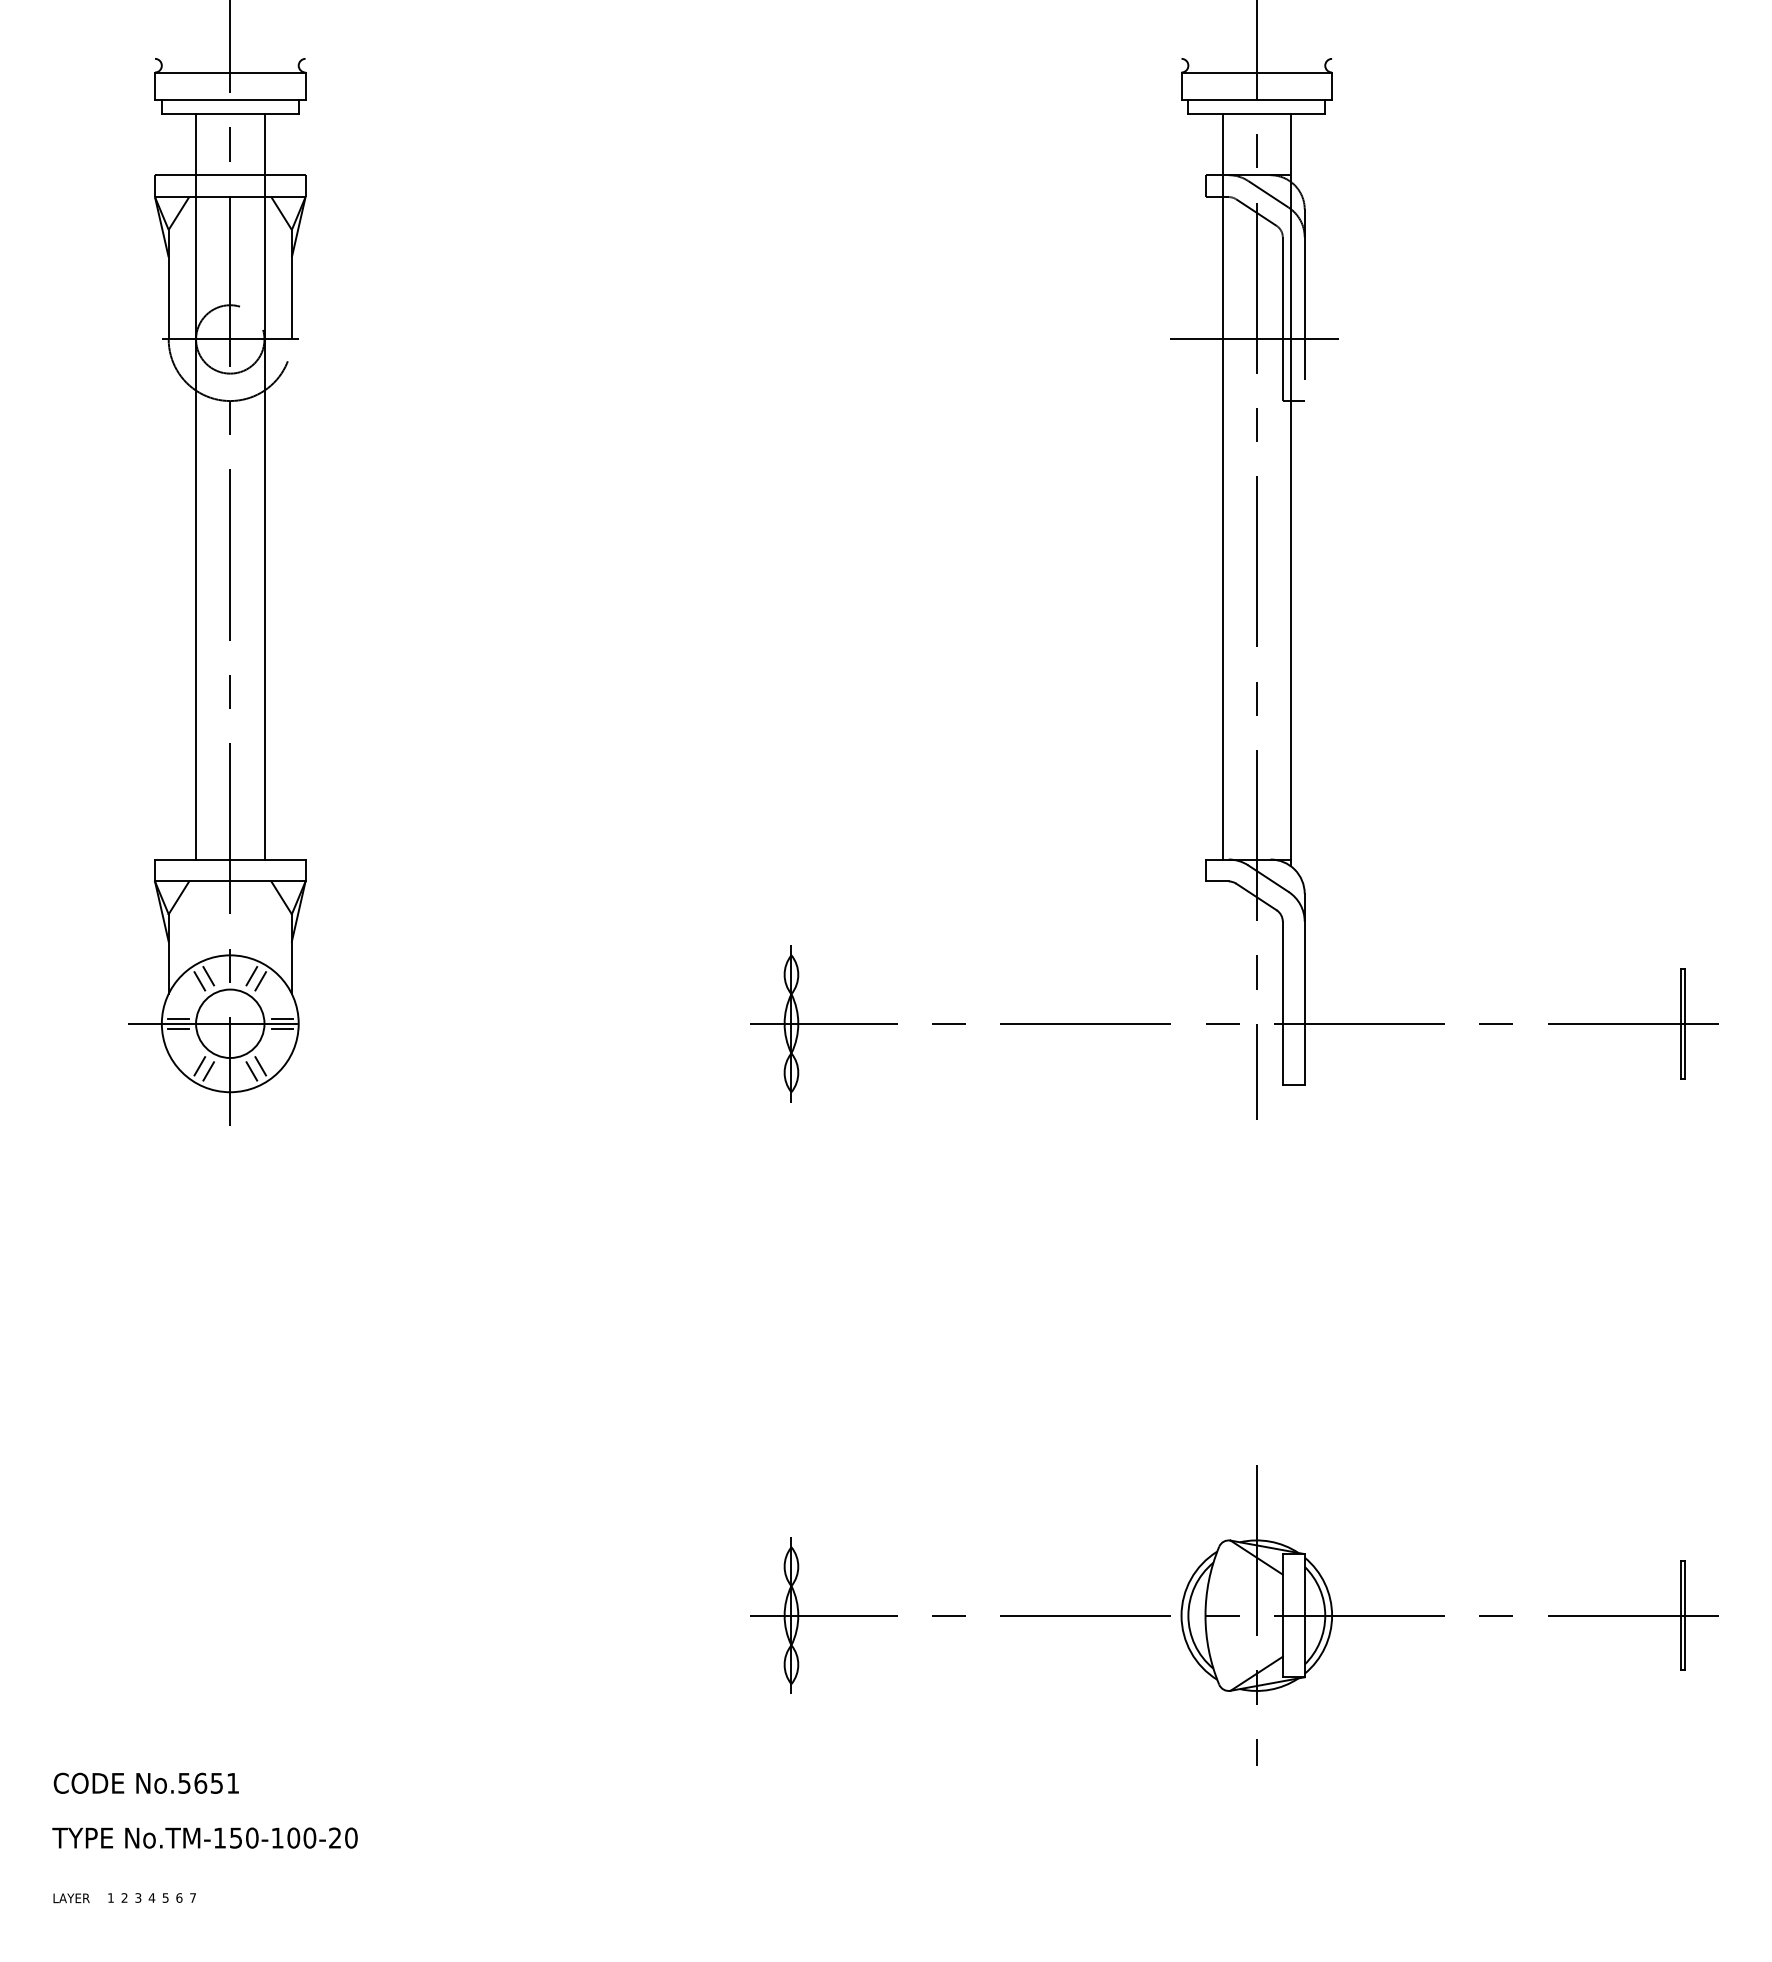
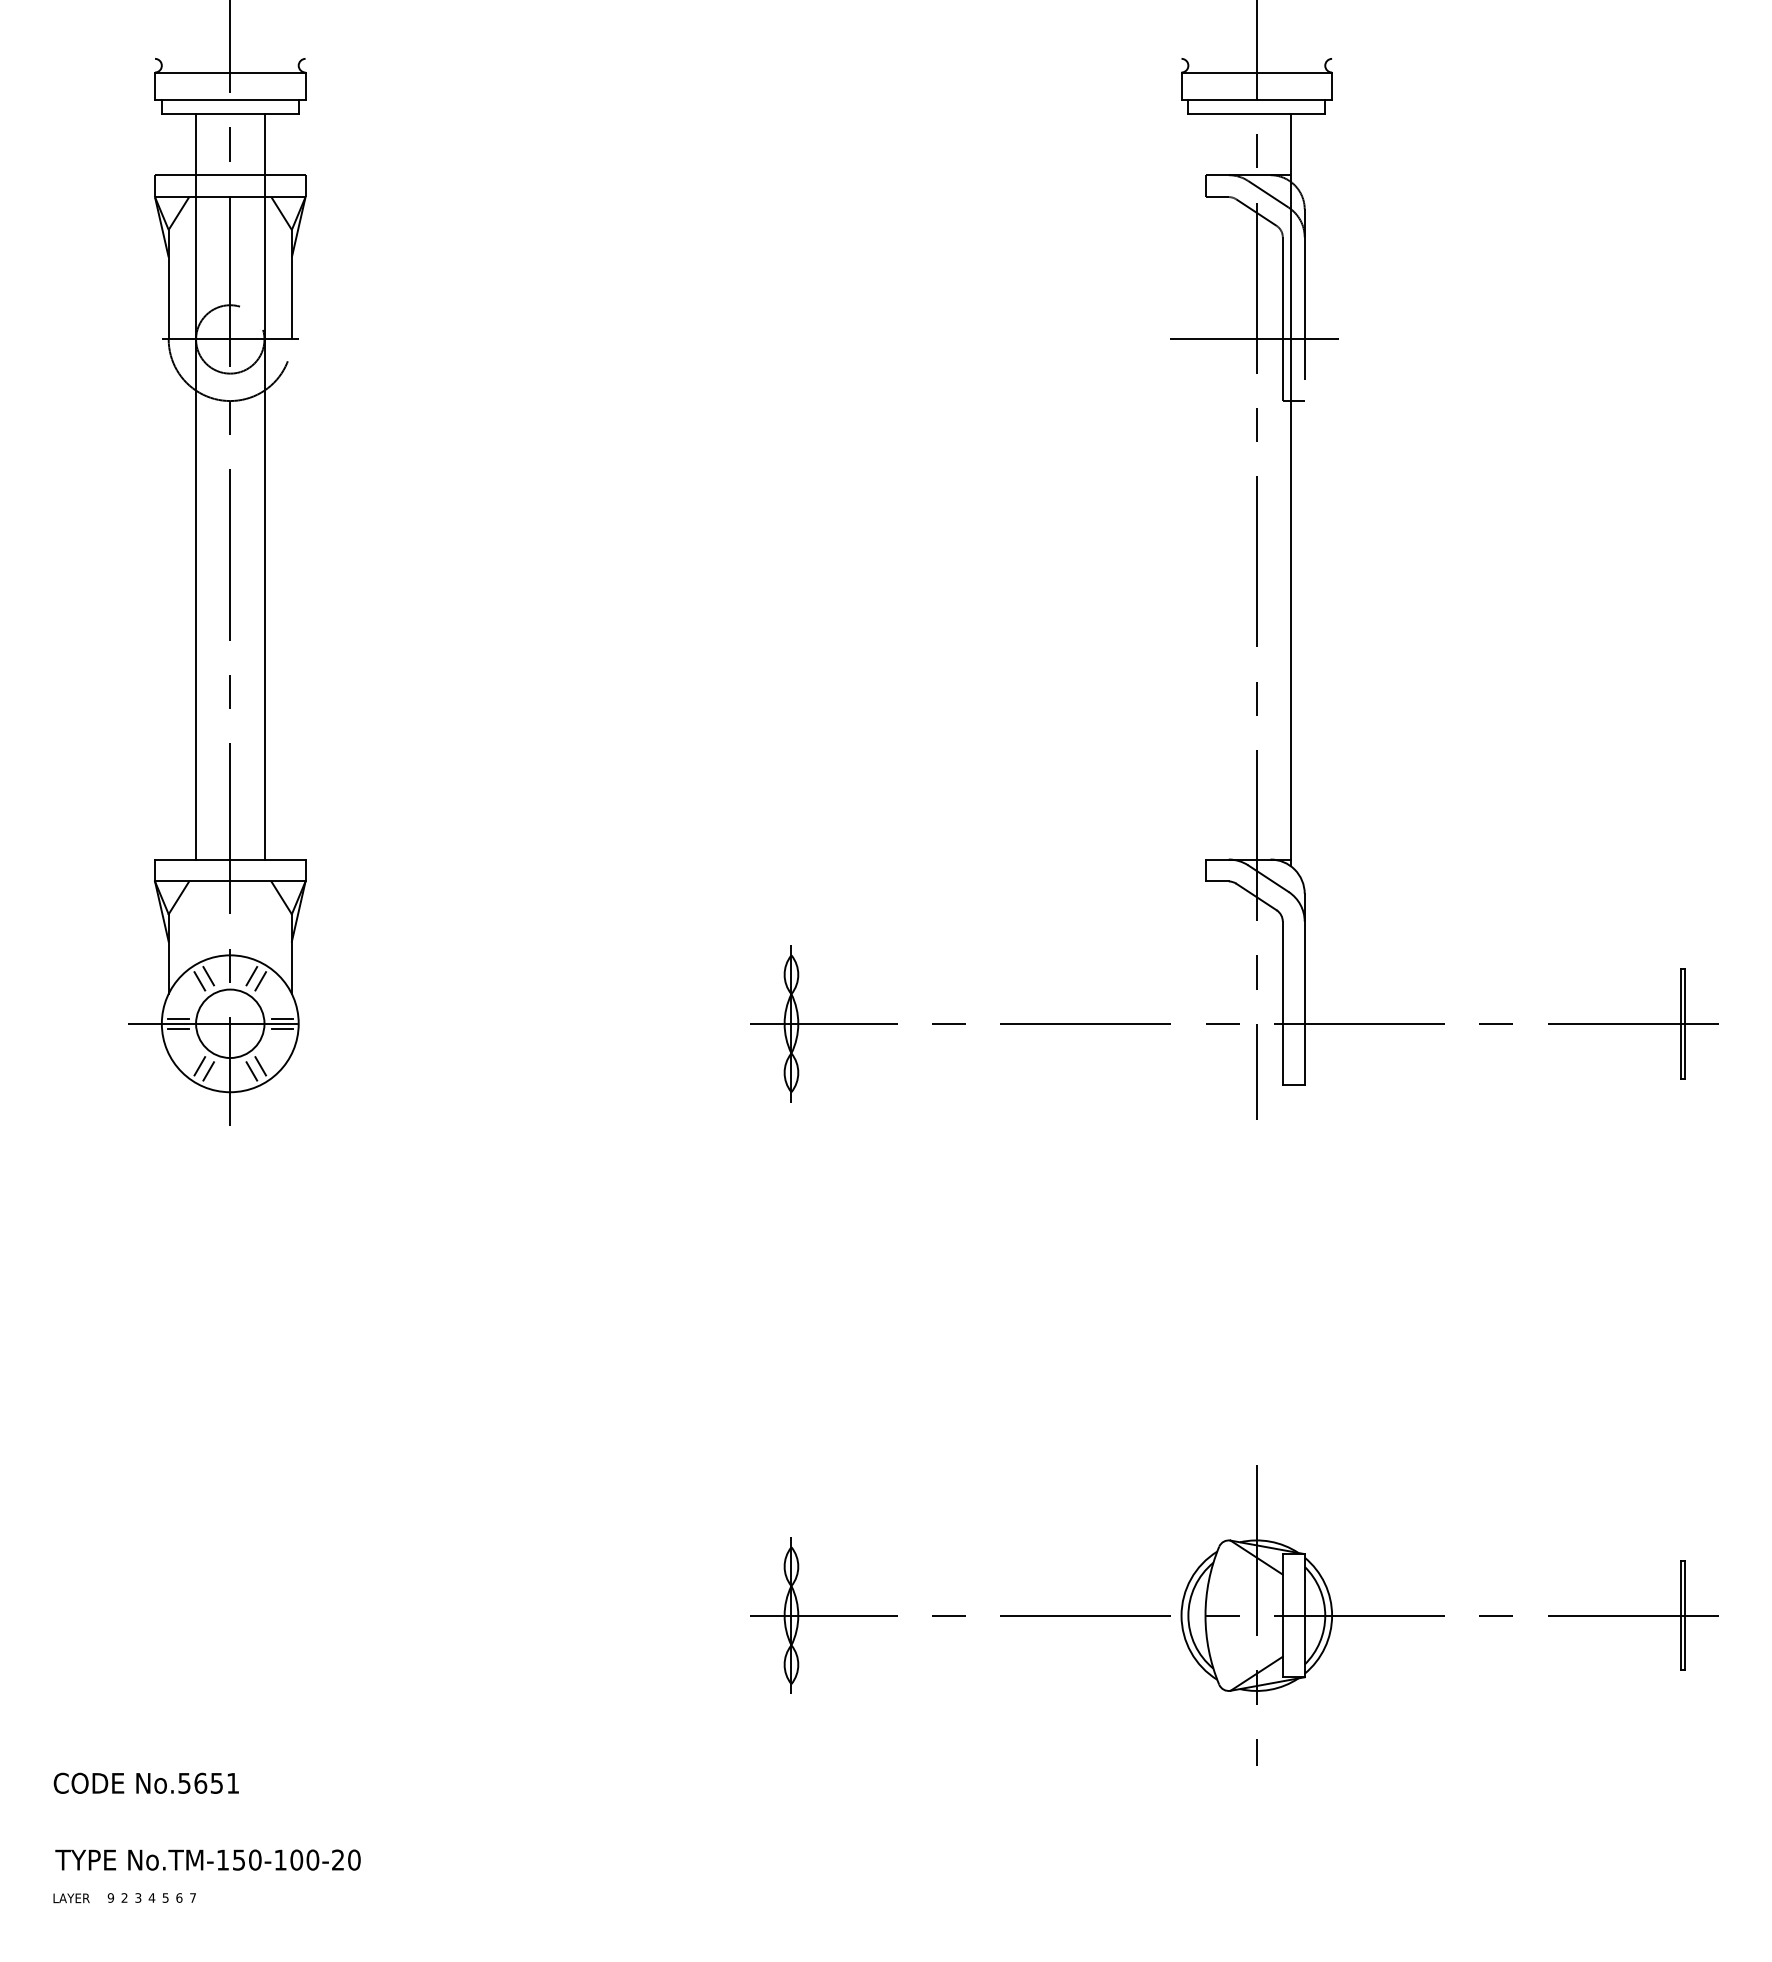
line at (1222, 486): present -> none
text at (204, 1837) position: (204, 1837) -> (207, 1859)
text at (110, 1897): 1 -> 9
